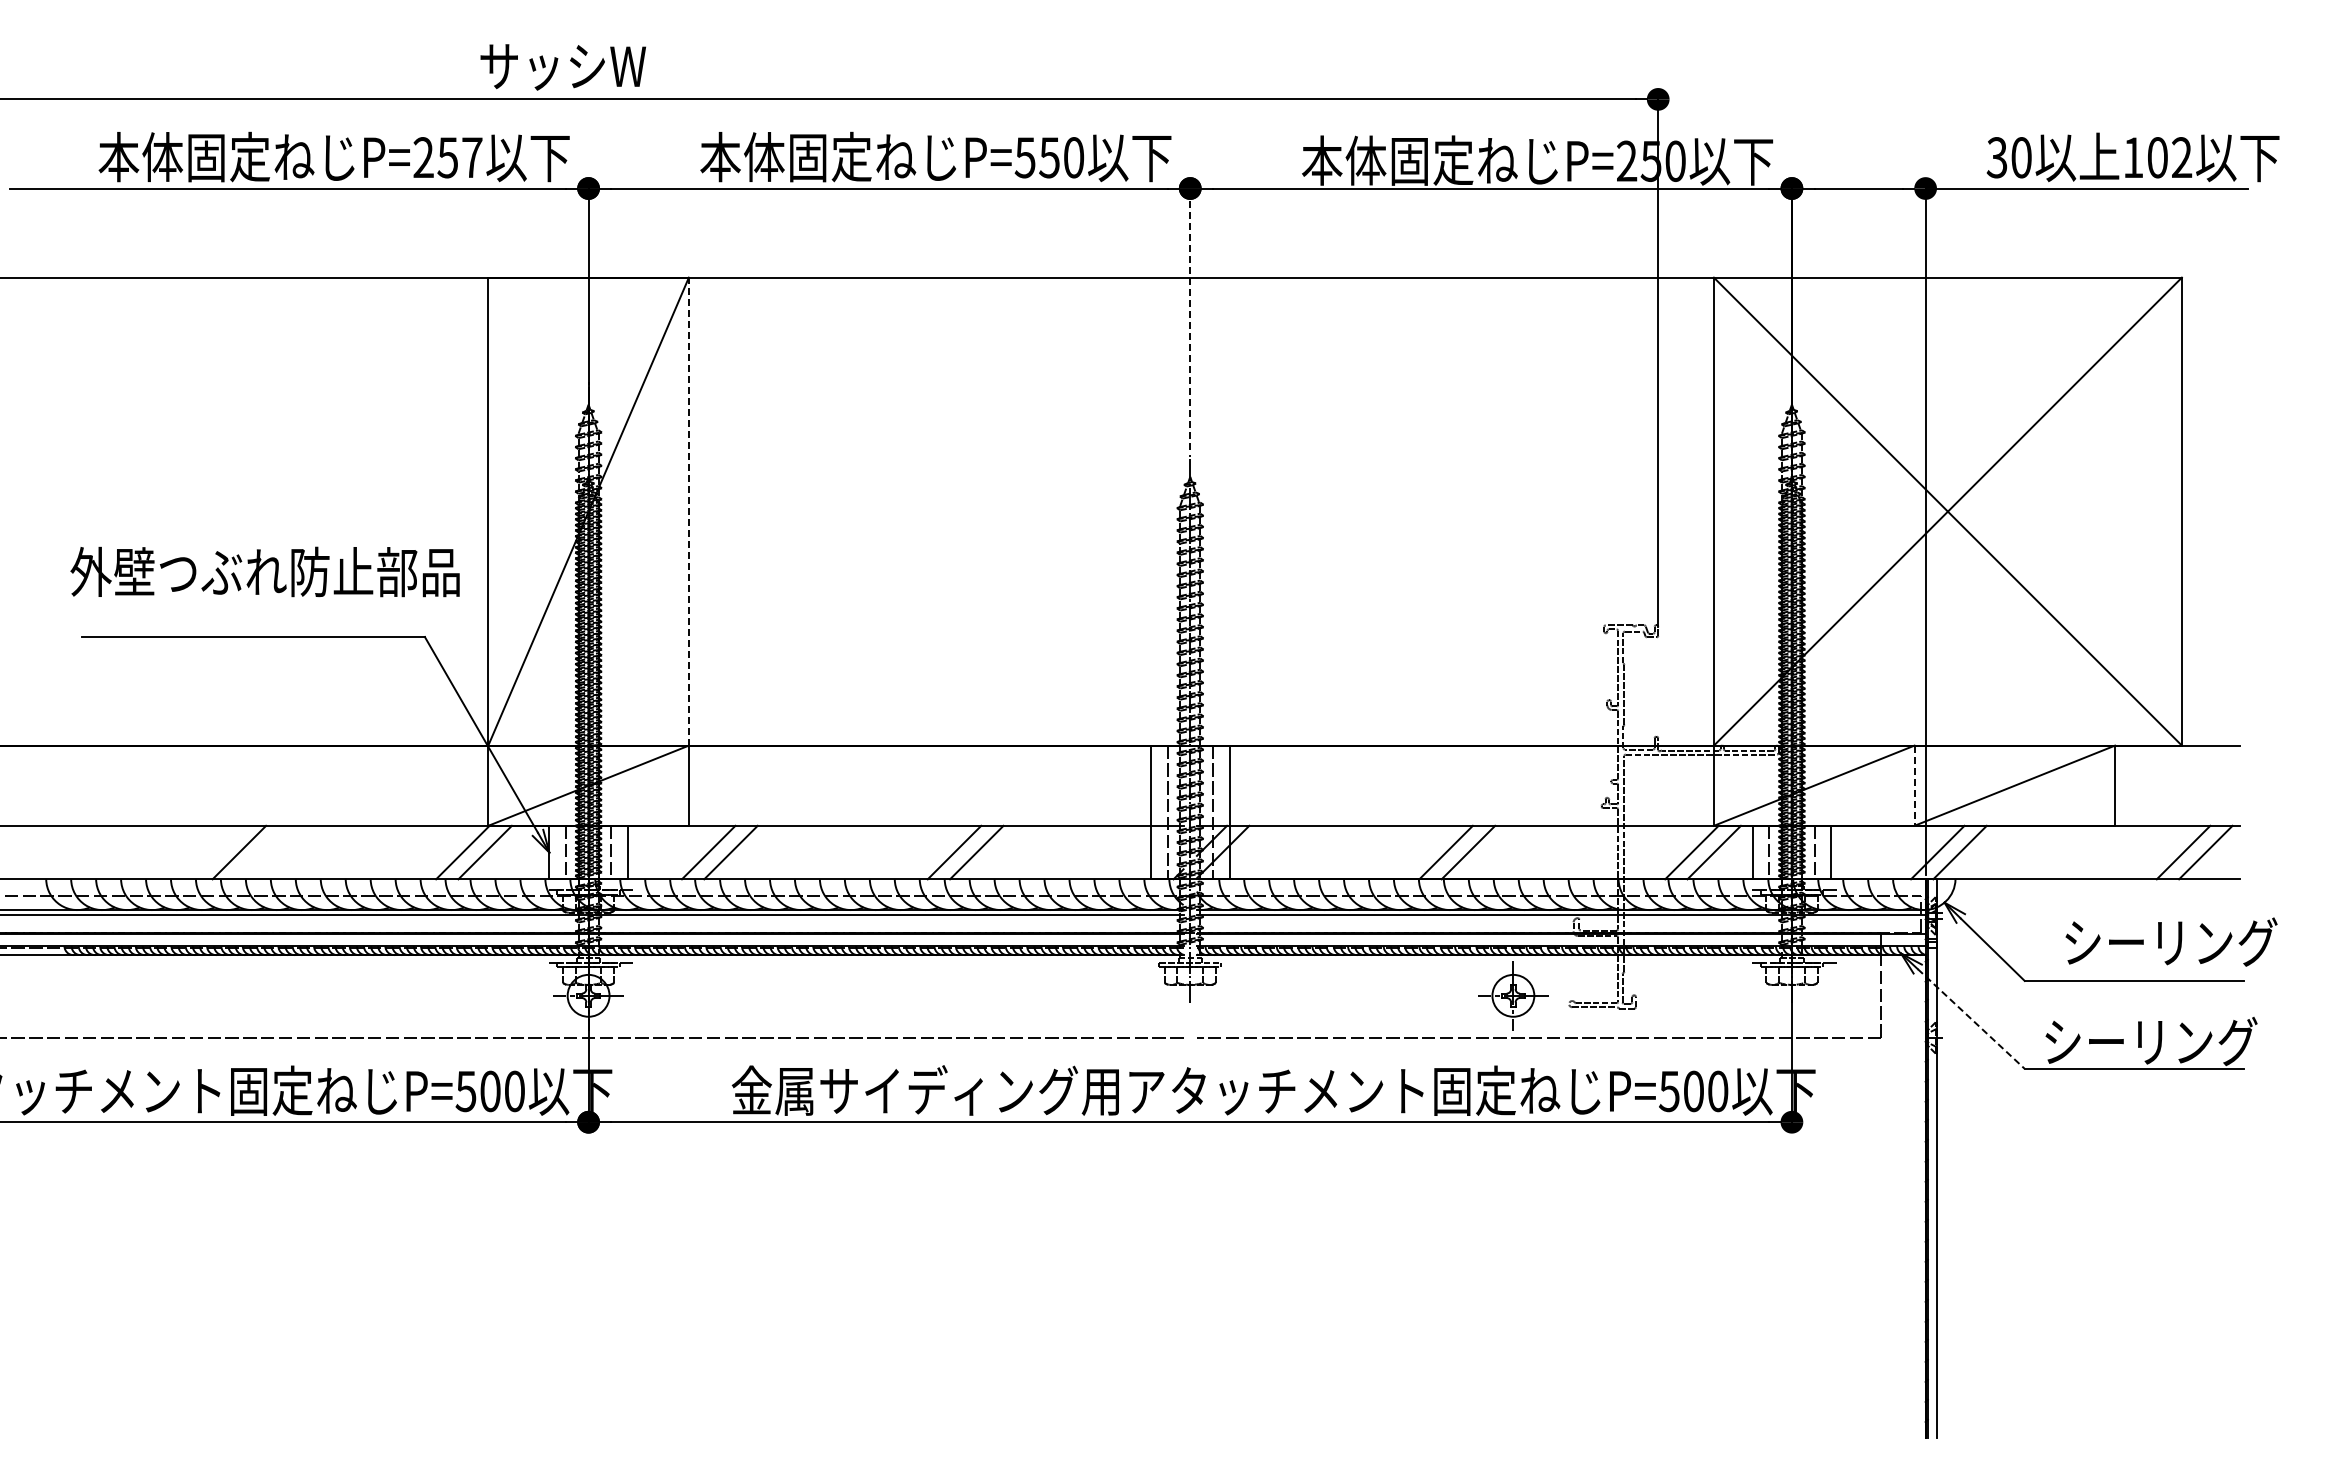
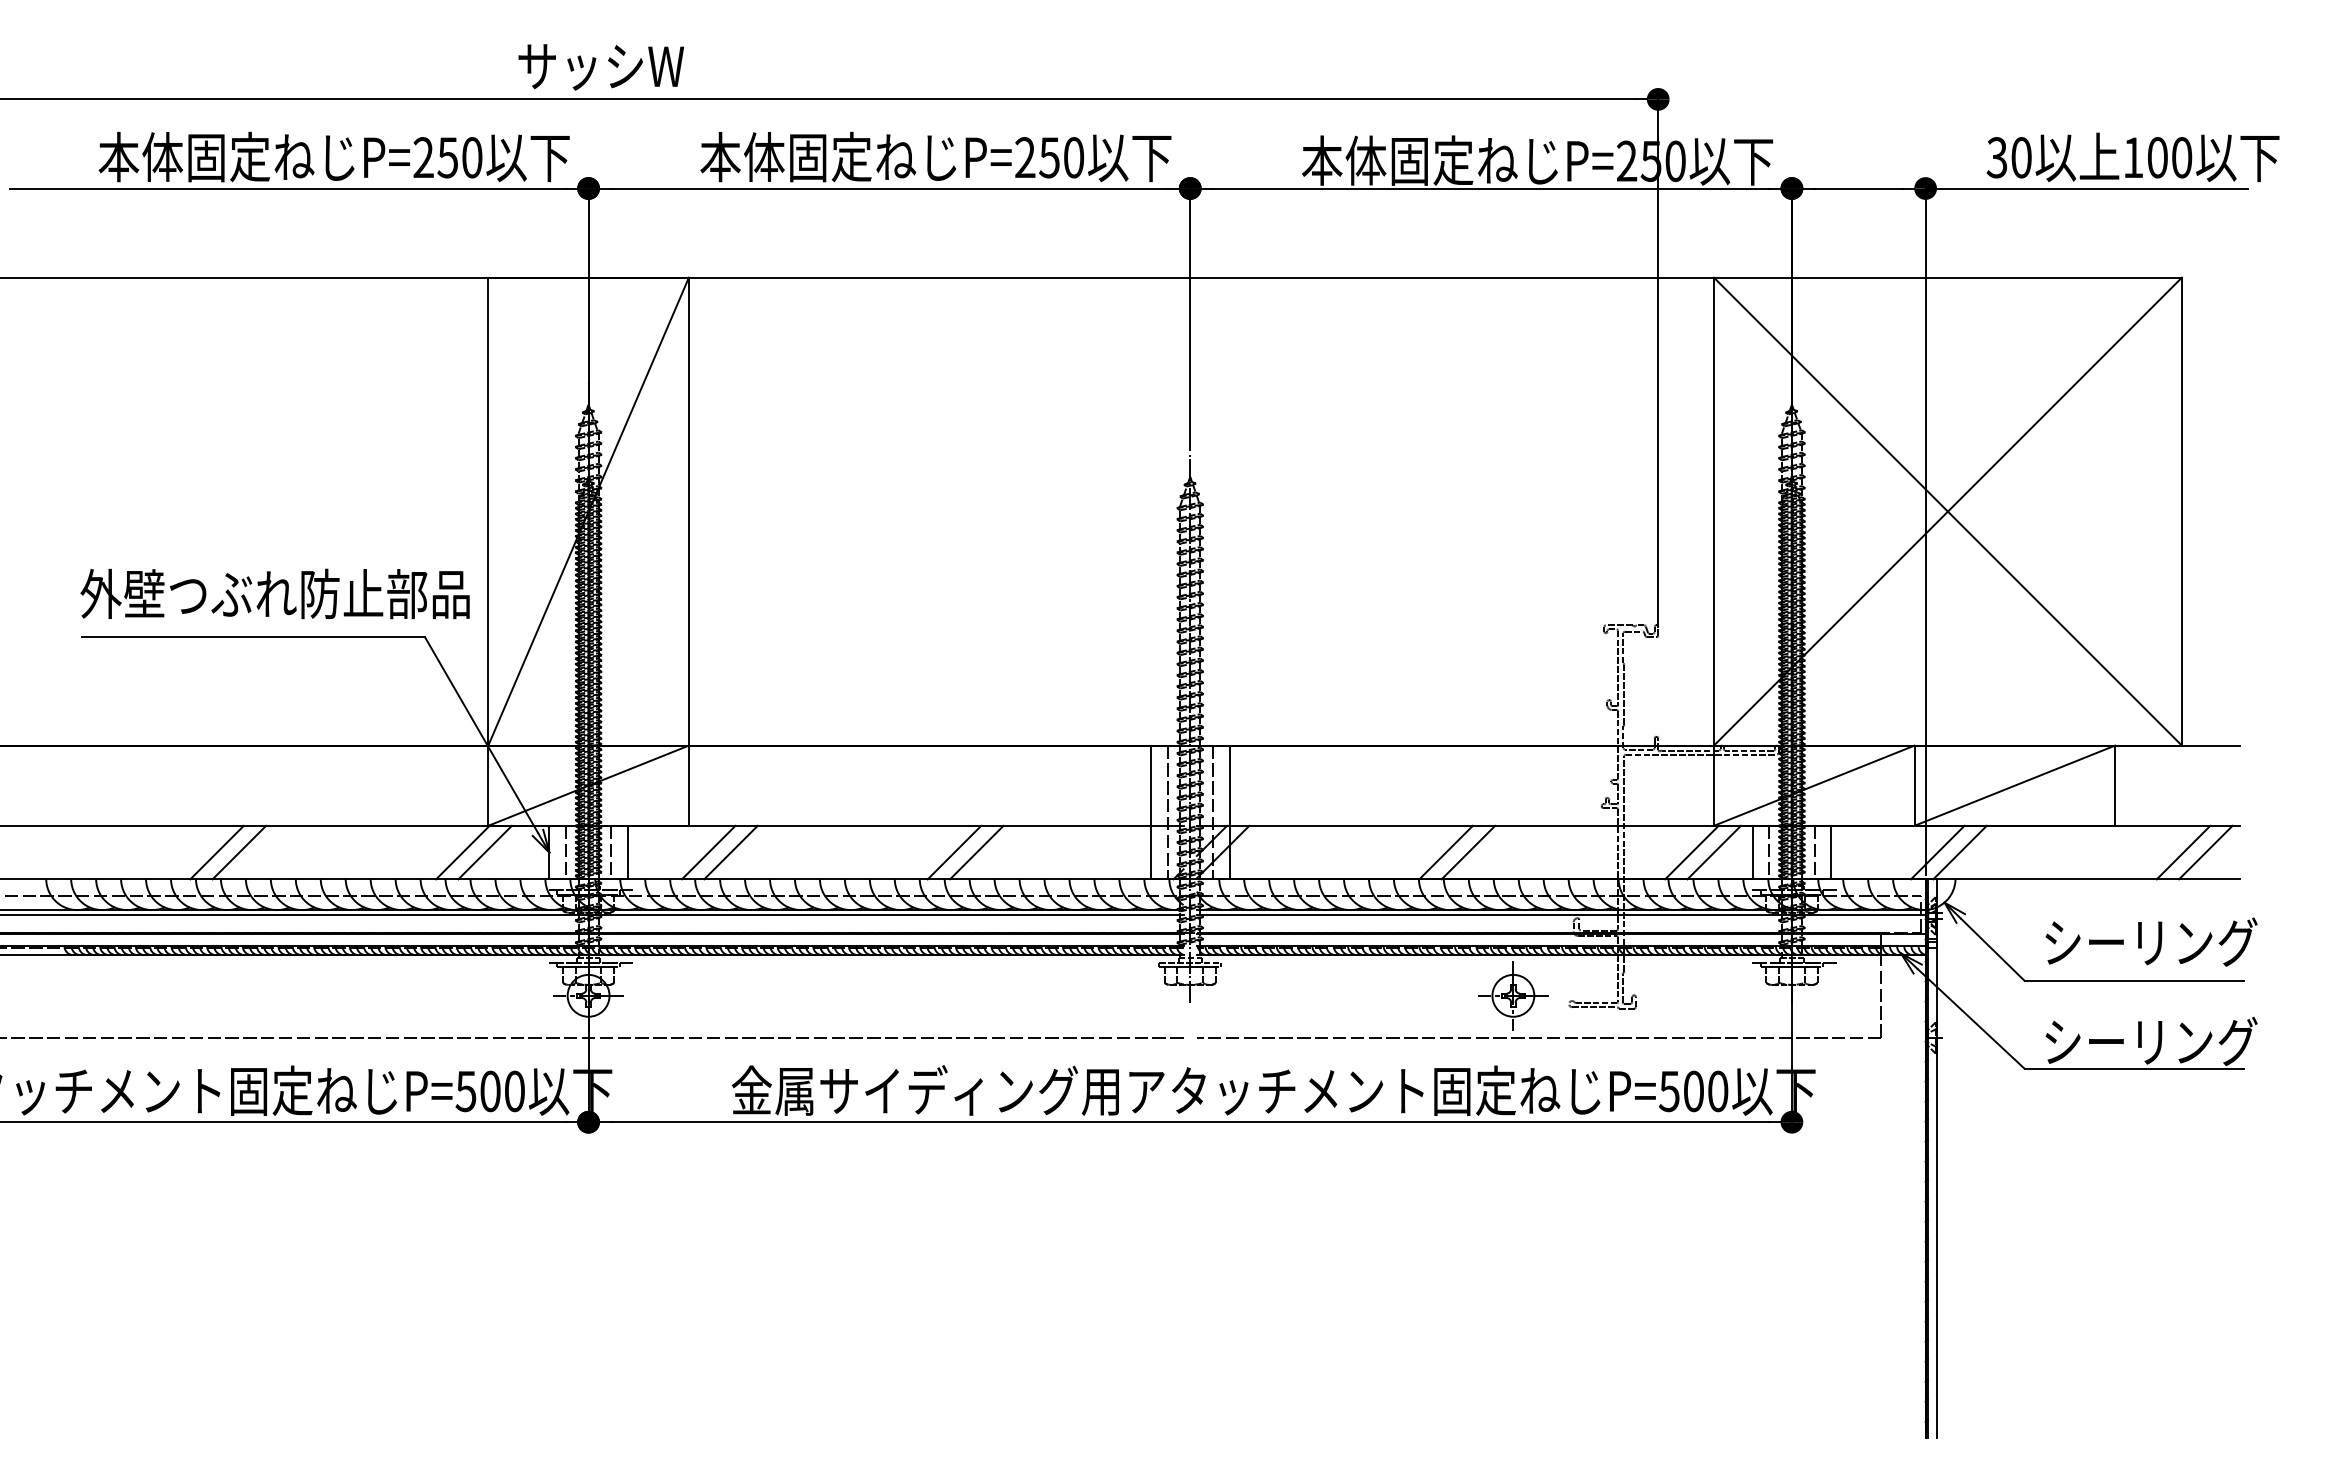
text at (562, 67) position: (562, 67) -> (600, 67)
text at (472, 157): P=257 -> P=250
text at (1024, 157): P=550 -> P=250
text at (2182, 157): 102 -> 100
line at (1190, 317): dashed -> solid
line at (688, 511): dashed -> solid
text at (264, 571) position: (264, 571) -> (274, 593)
line at (1914, 786): dashed -> solid
line at (216, 852): none -> present
text at (2171, 941) position: (2171, 941) -> (2151, 941)
line at (1971, 1019): dashed -> solid
